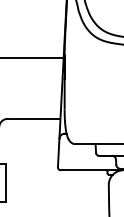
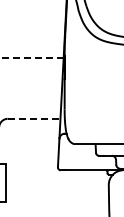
line at (31, 57): solid -> dashed
line at (34, 118): solid -> dashed
